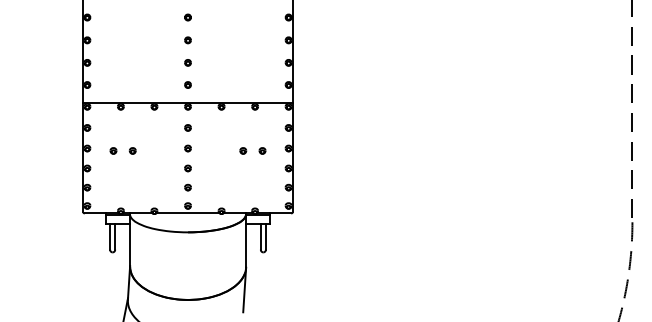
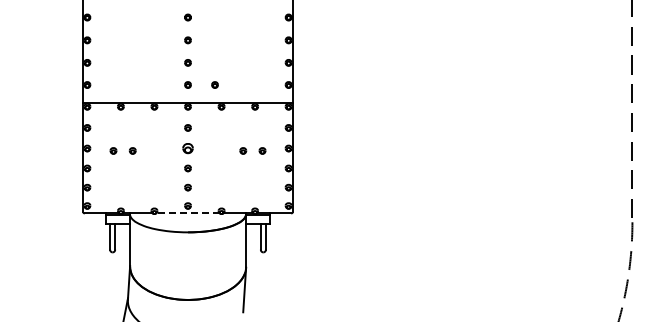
part at (214, 84): none -> present
part at (187, 148) size: 8x9 px -> 12x12 px
line at (188, 213): solid -> dashed
